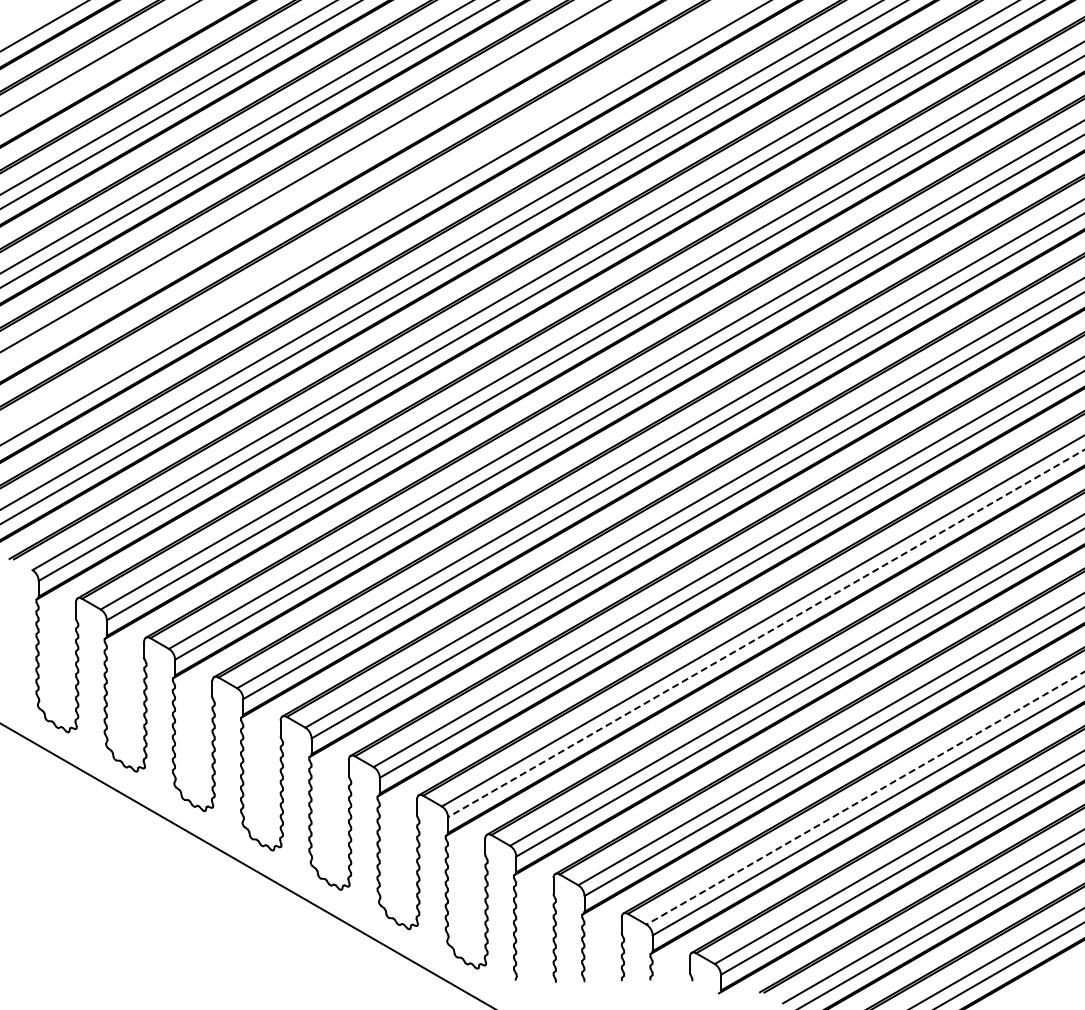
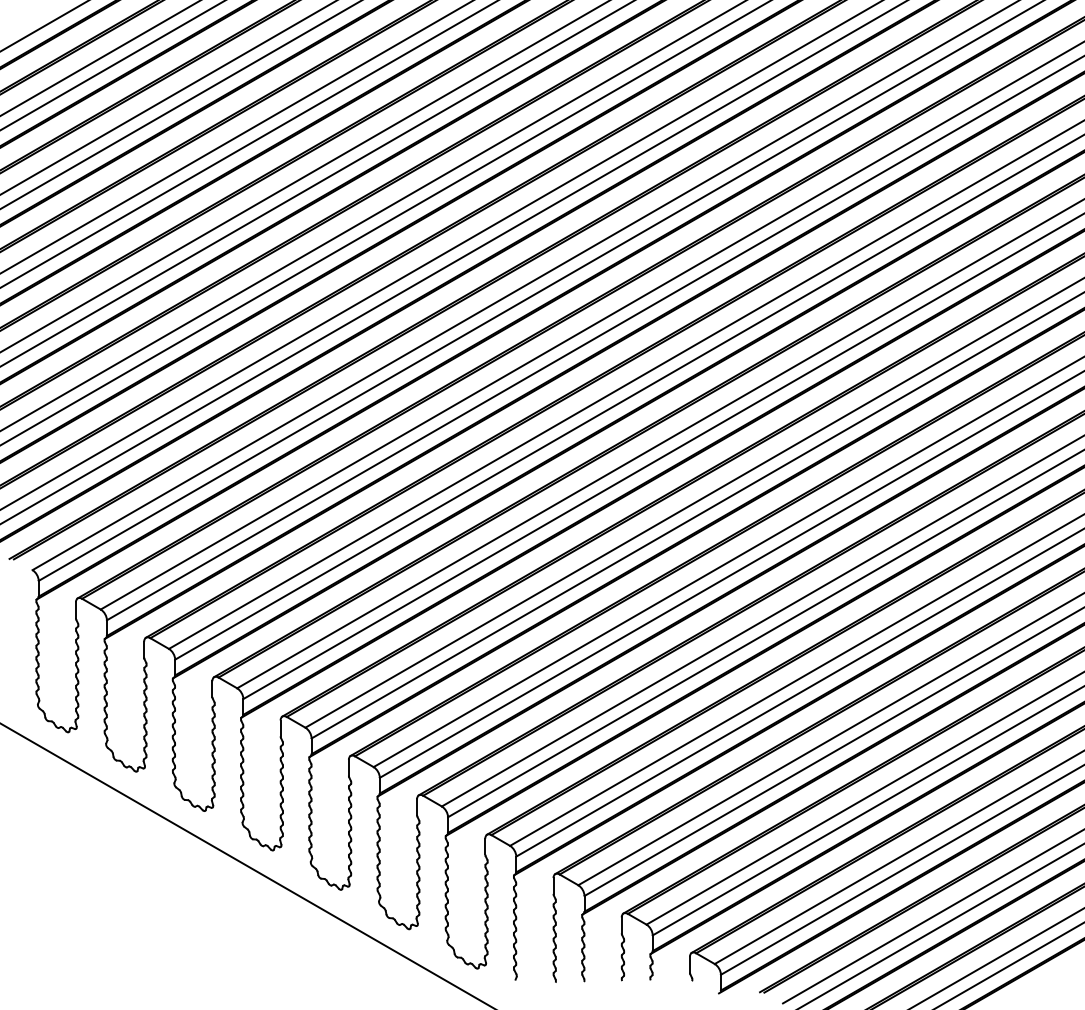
line at (112, 65): none -> present
line at (316, 183): none -> present
line at (372, 215): none -> present
line at (765, 633): dashed -> solid
line at (865, 798): dashed -> solid
